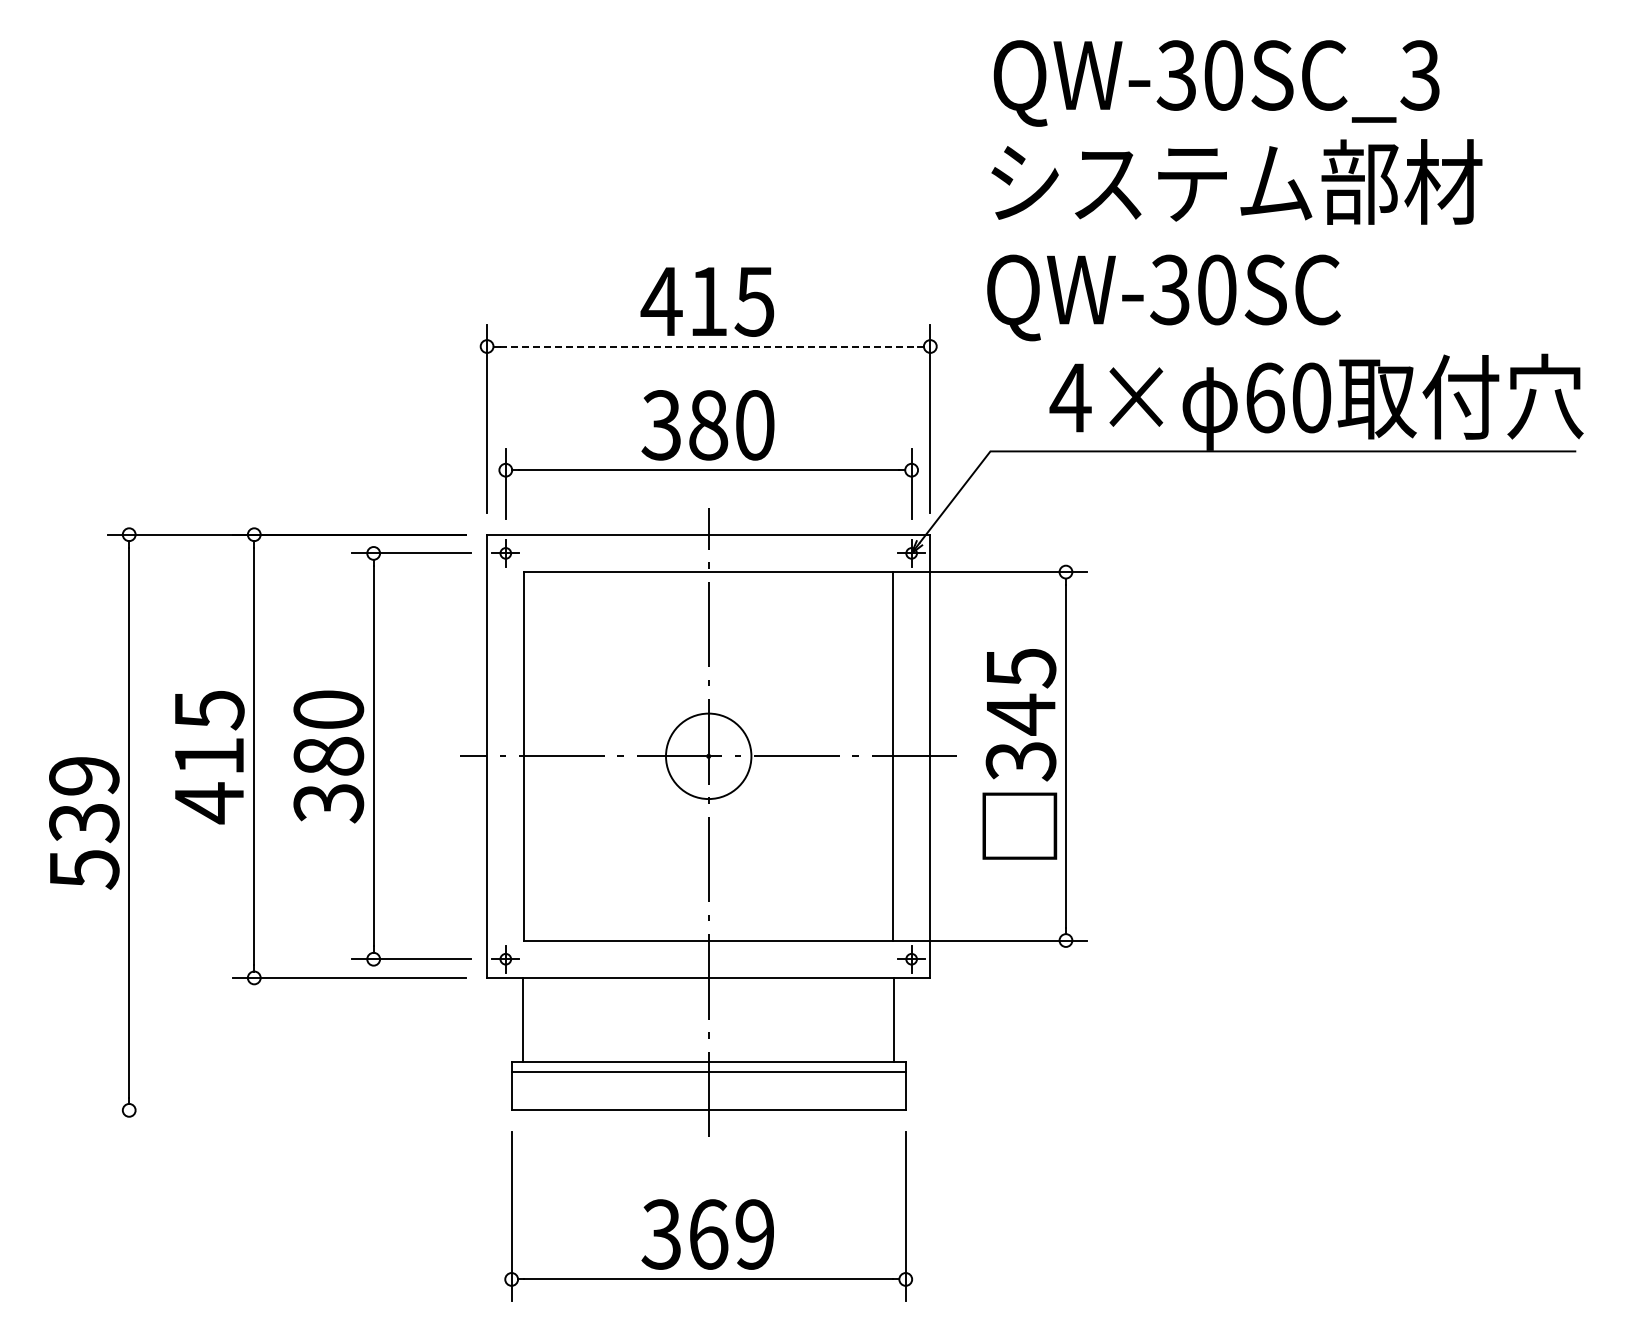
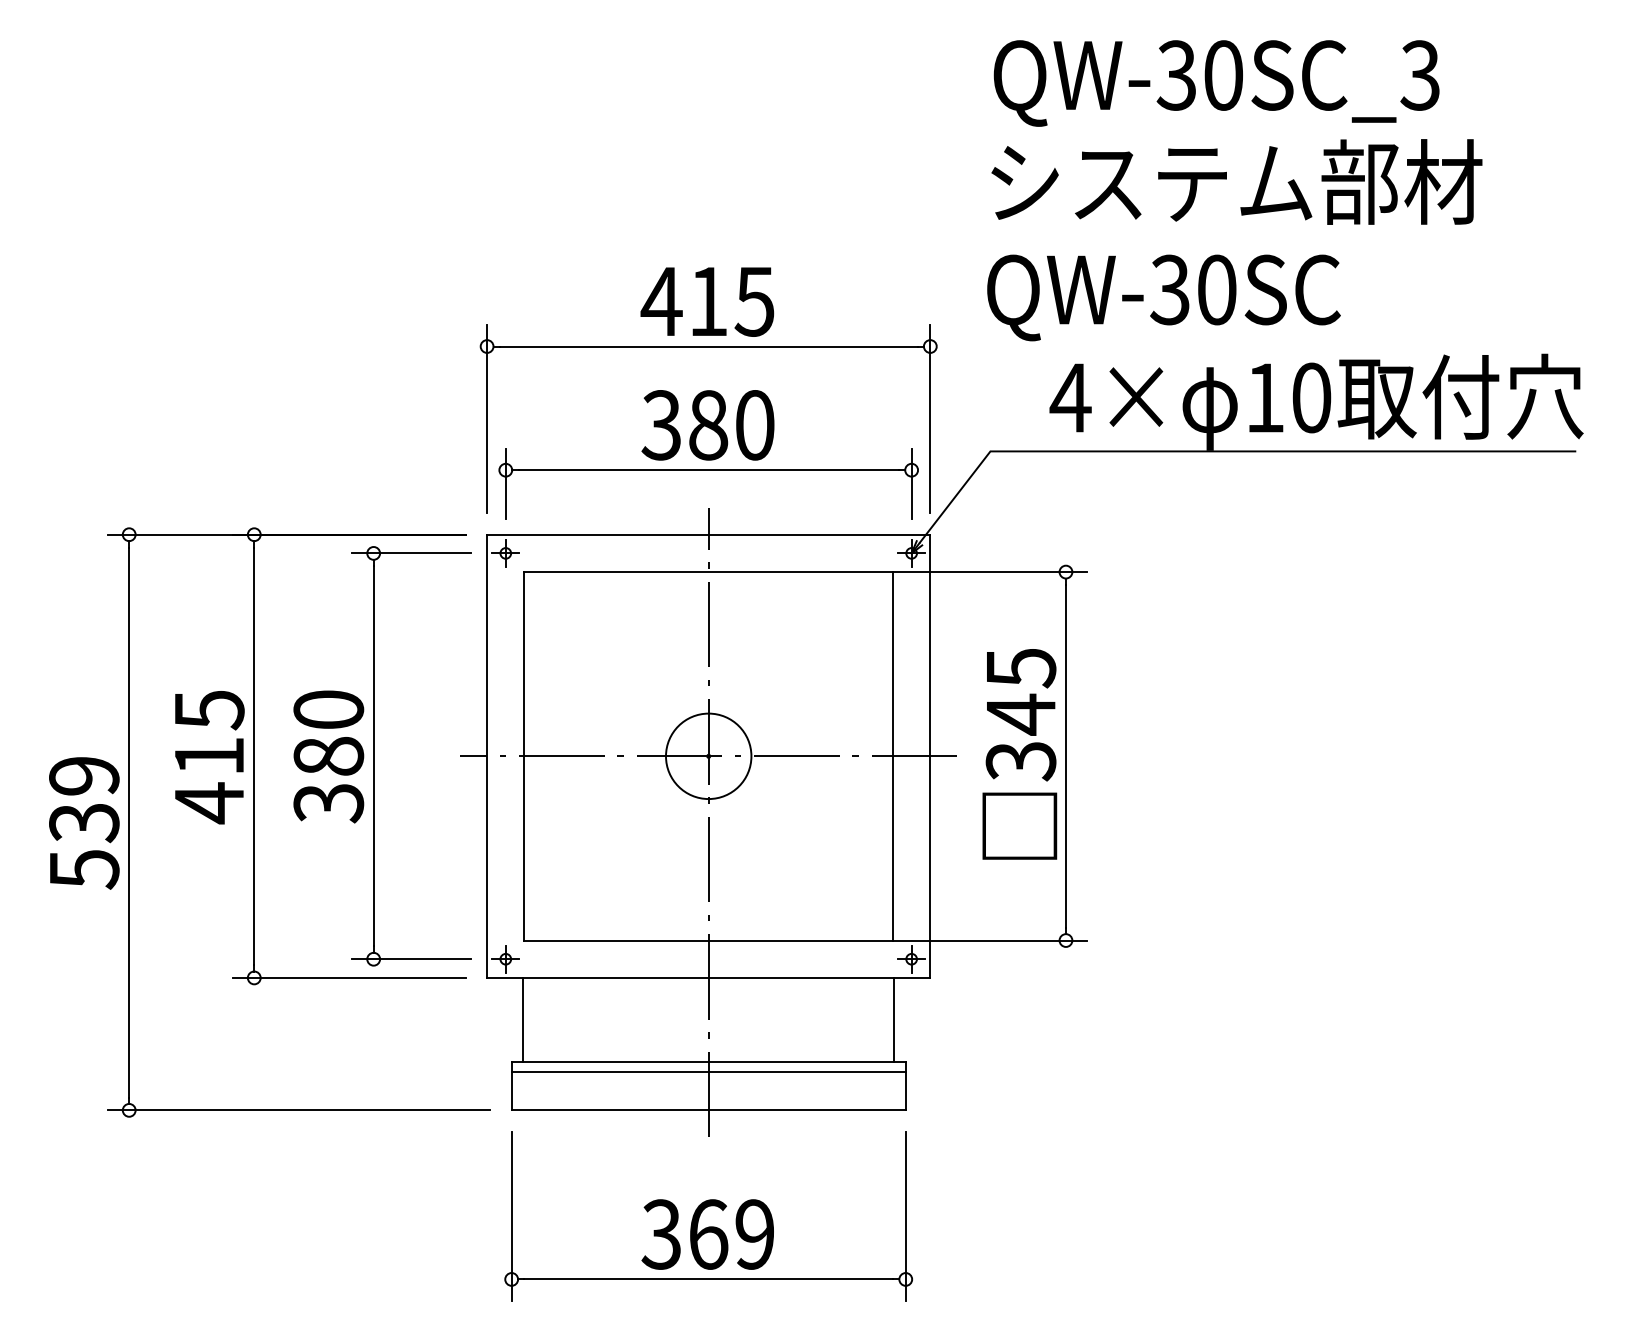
line at (708, 346): dashed -> solid
text at (1265, 397): 60 -> 10
line at (298, 1110): none -> present
